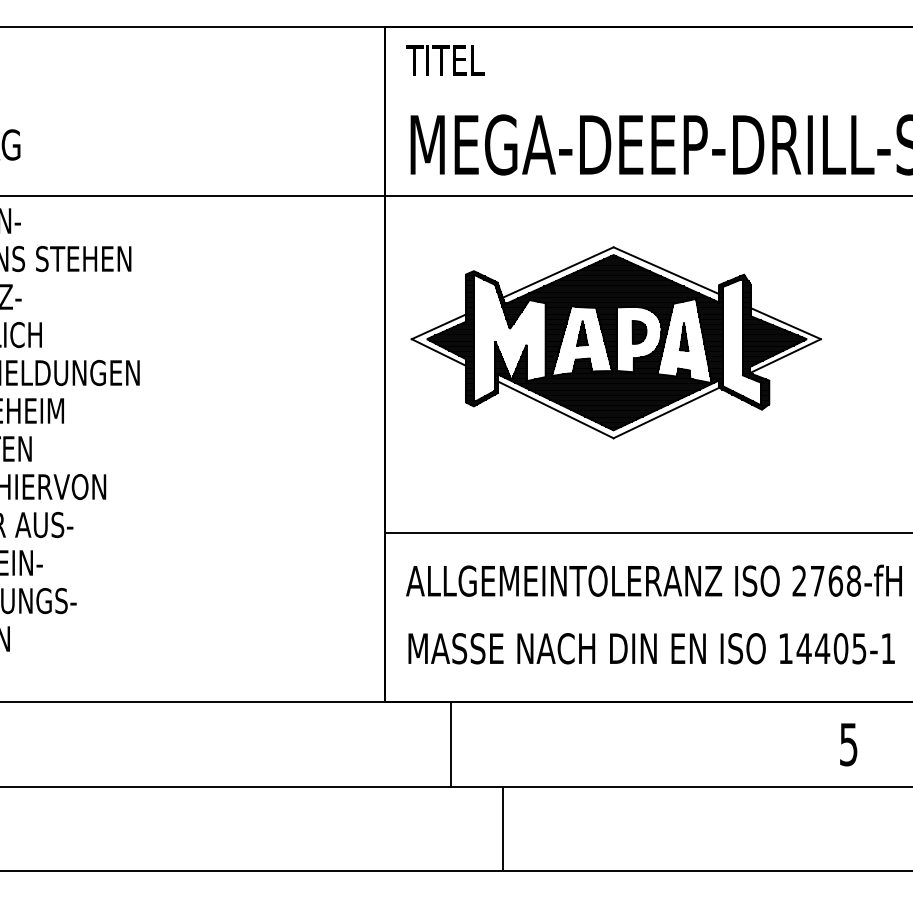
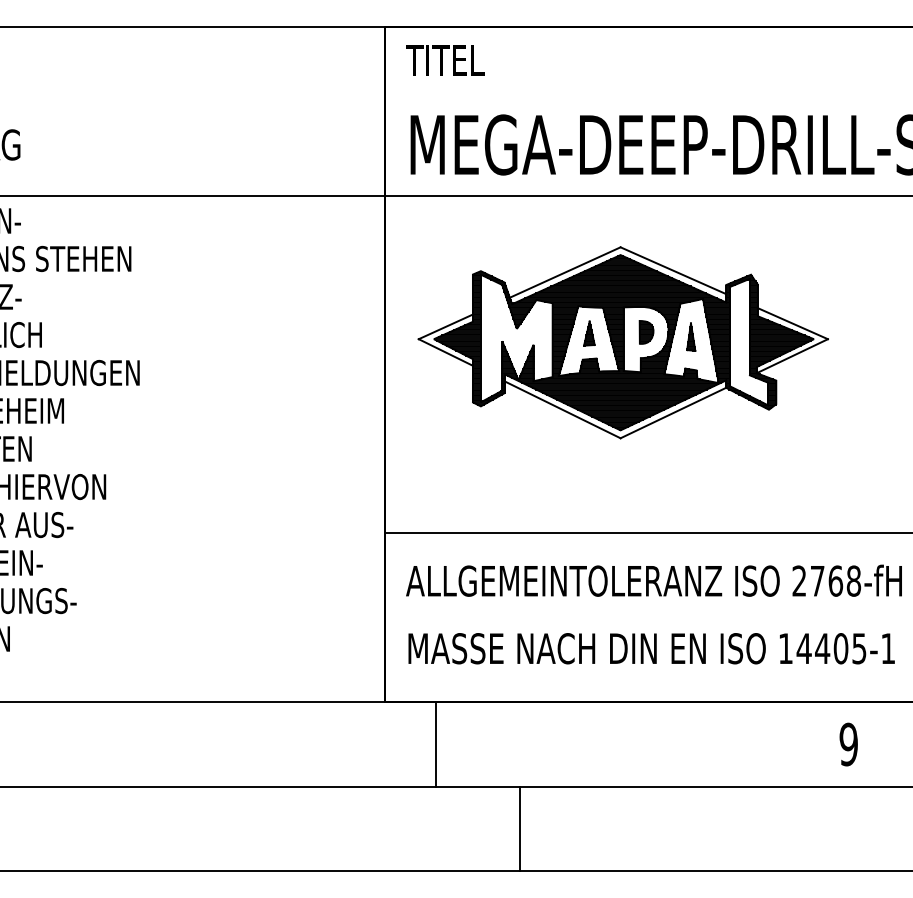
part at (615, 342) position: (615, 342) -> (622, 342)
line at (450, 744) position: (450, 744) -> (435, 744)
text at (848, 744): 5 -> 9
line at (503, 828) position: (503, 828) -> (520, 828)
